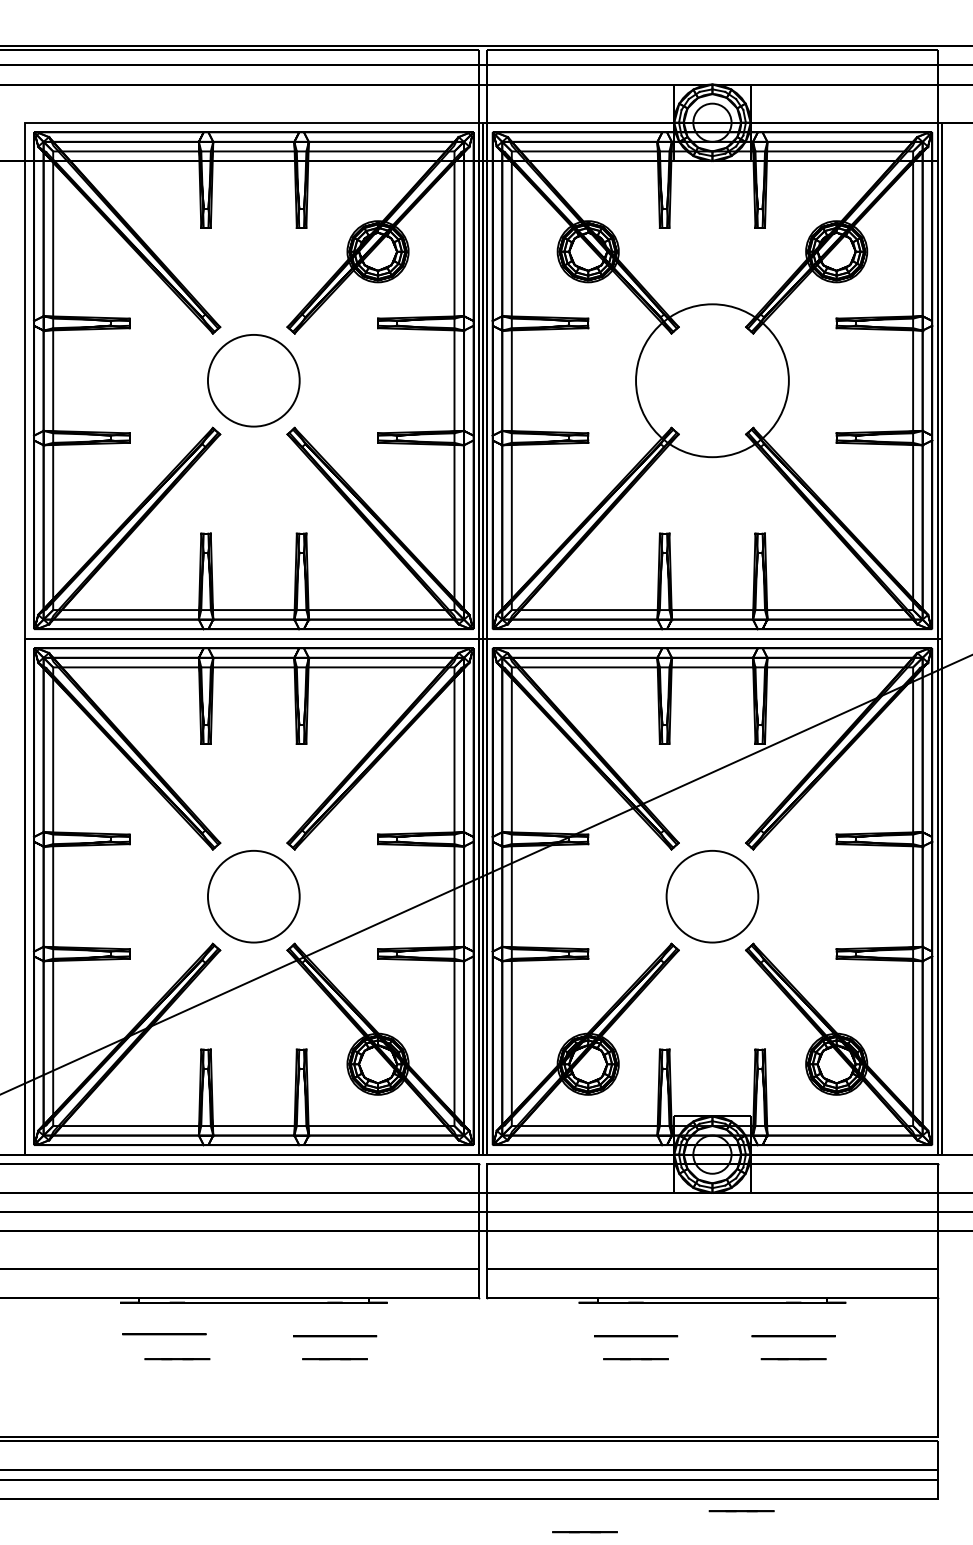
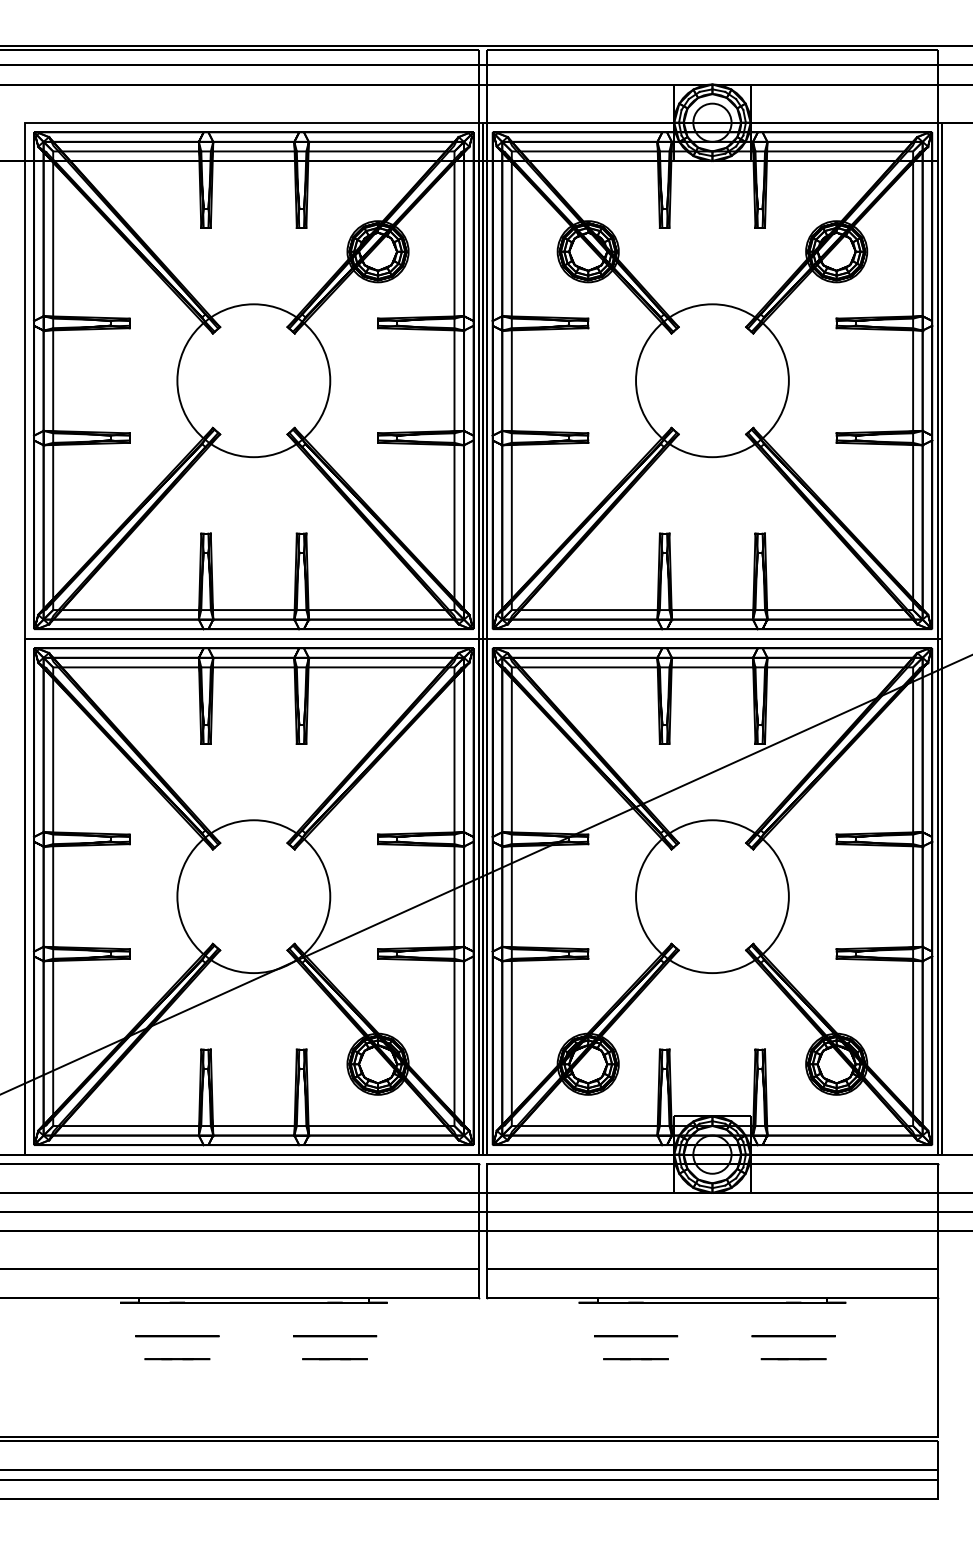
circle at (253, 380) diameter: 92 px -> 153 px
circle at (253, 896) diameter: 92 px -> 153 px
circle at (712, 896) diameter: 92 px -> 153 px
circle at (164, 1334) position: (164, 1334) -> (177, 1336)
line at (741, 1511): present -> none
line at (584, 1532): present -> none
